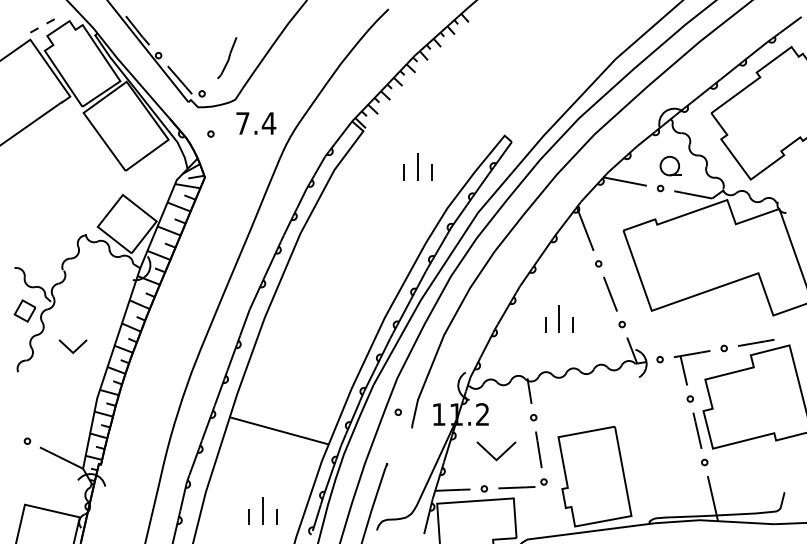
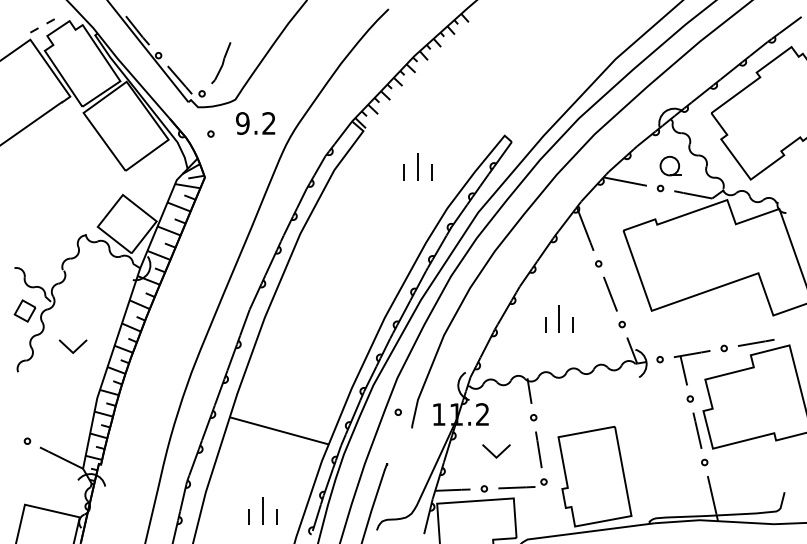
part at (227, 58) position: (227, 58) -> (221, 63)
text at (256, 123): 7.4 -> 9.2
part at (496, 451) size: 41x21 px -> 29x15 px
